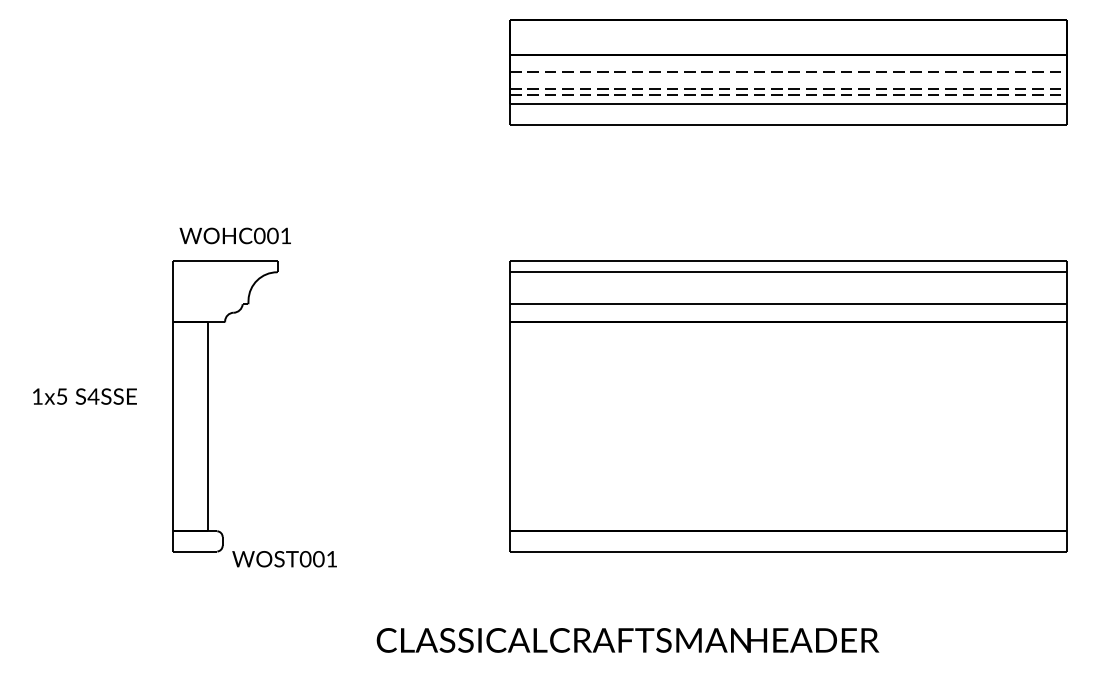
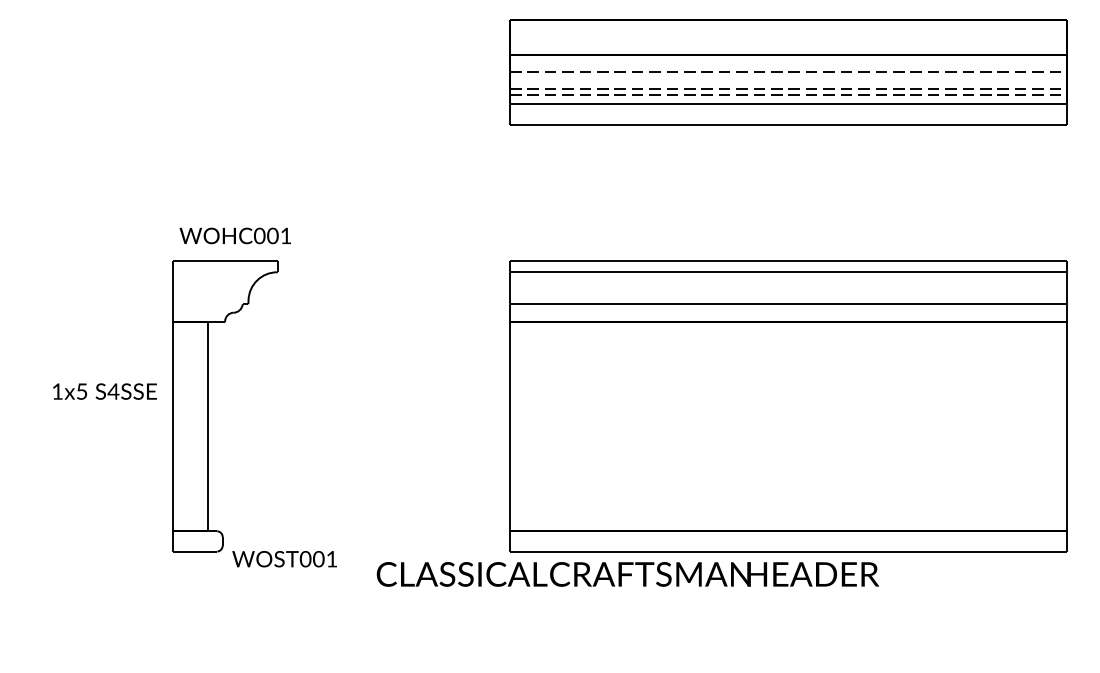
text at (84, 396) position: (84, 396) -> (104, 391)
text at (627, 640) position: (627, 640) -> (627, 574)
